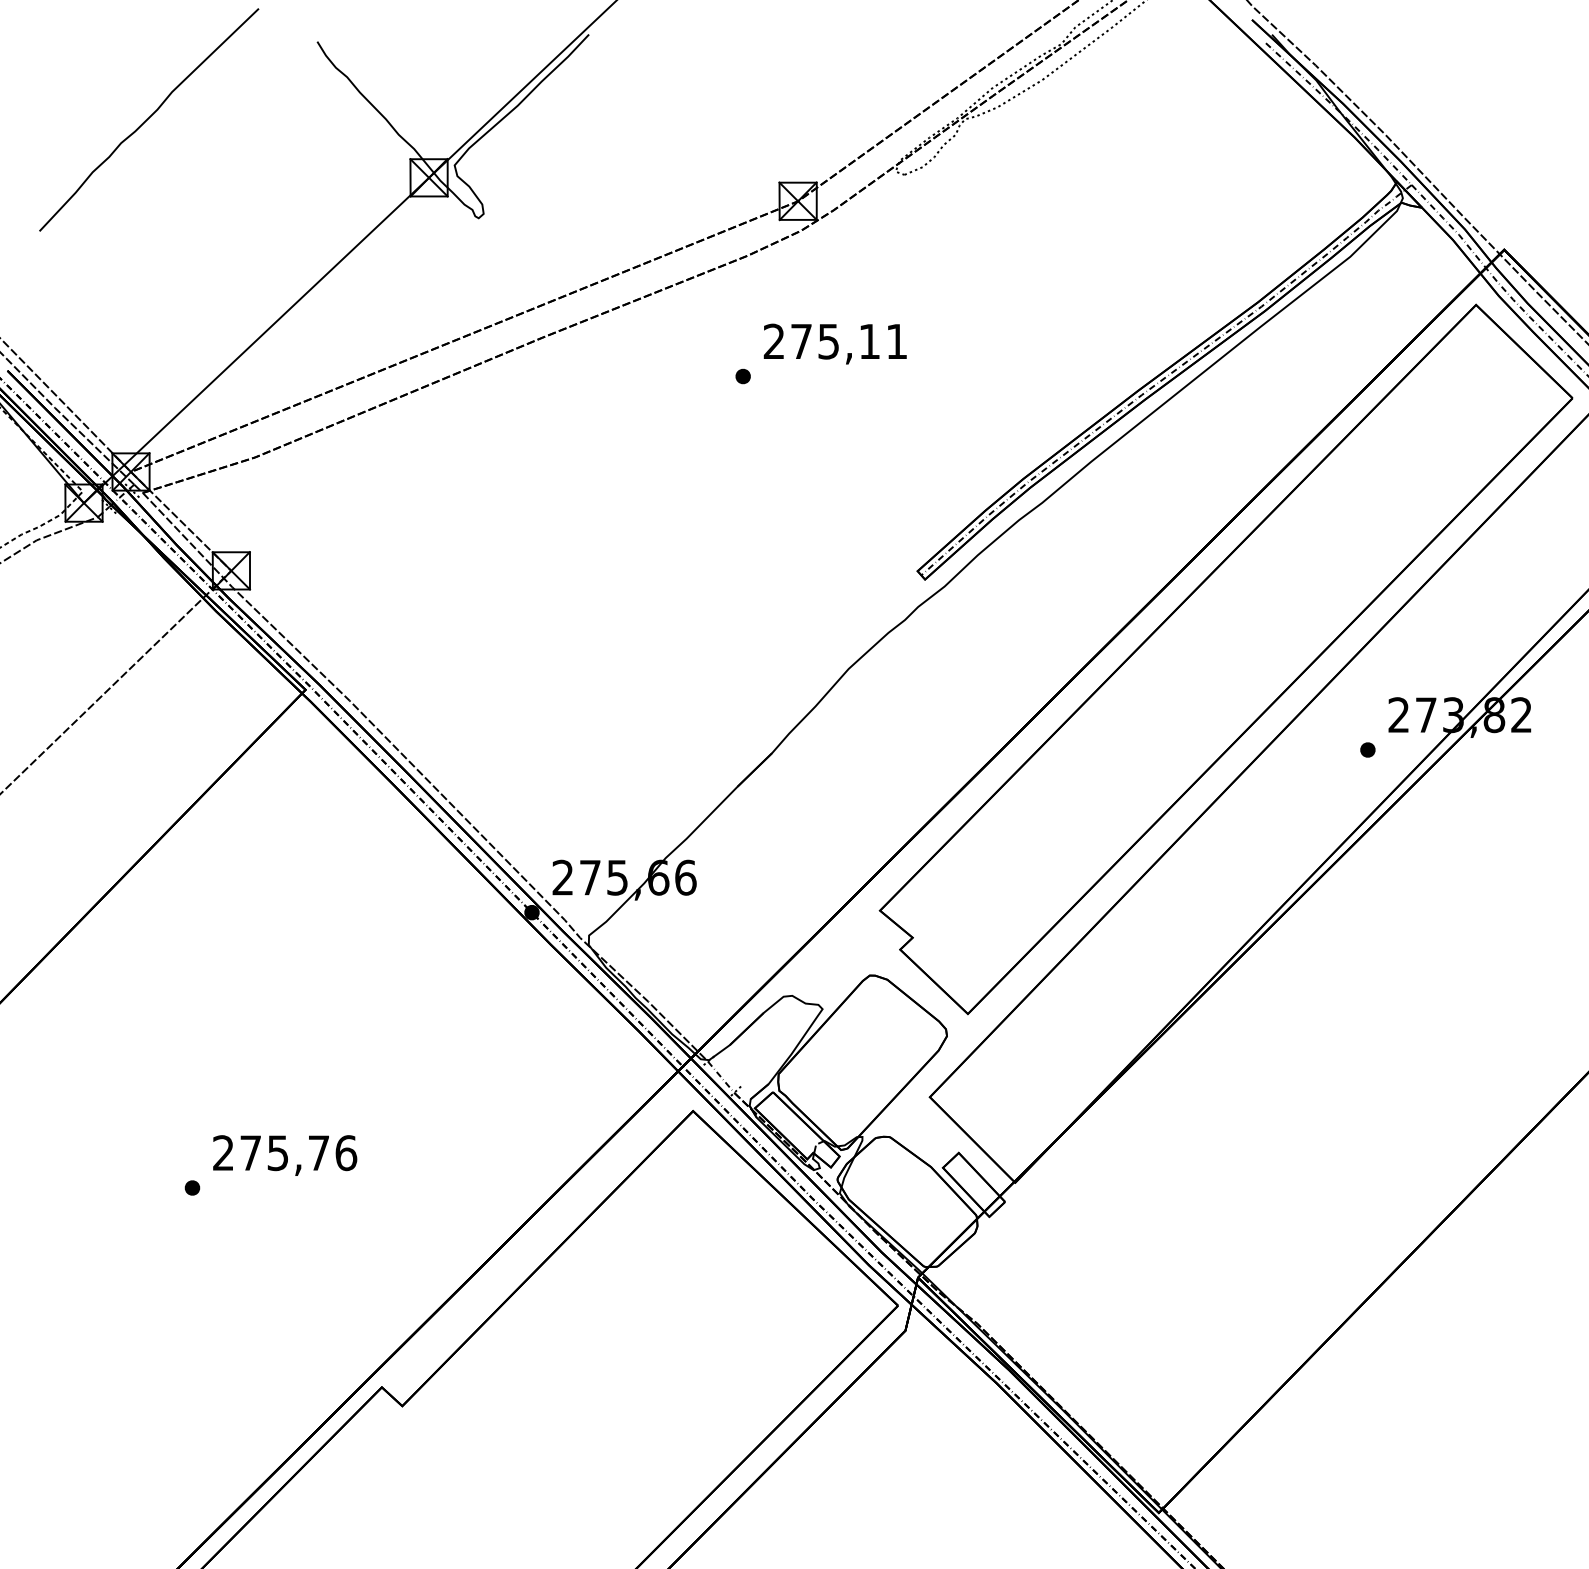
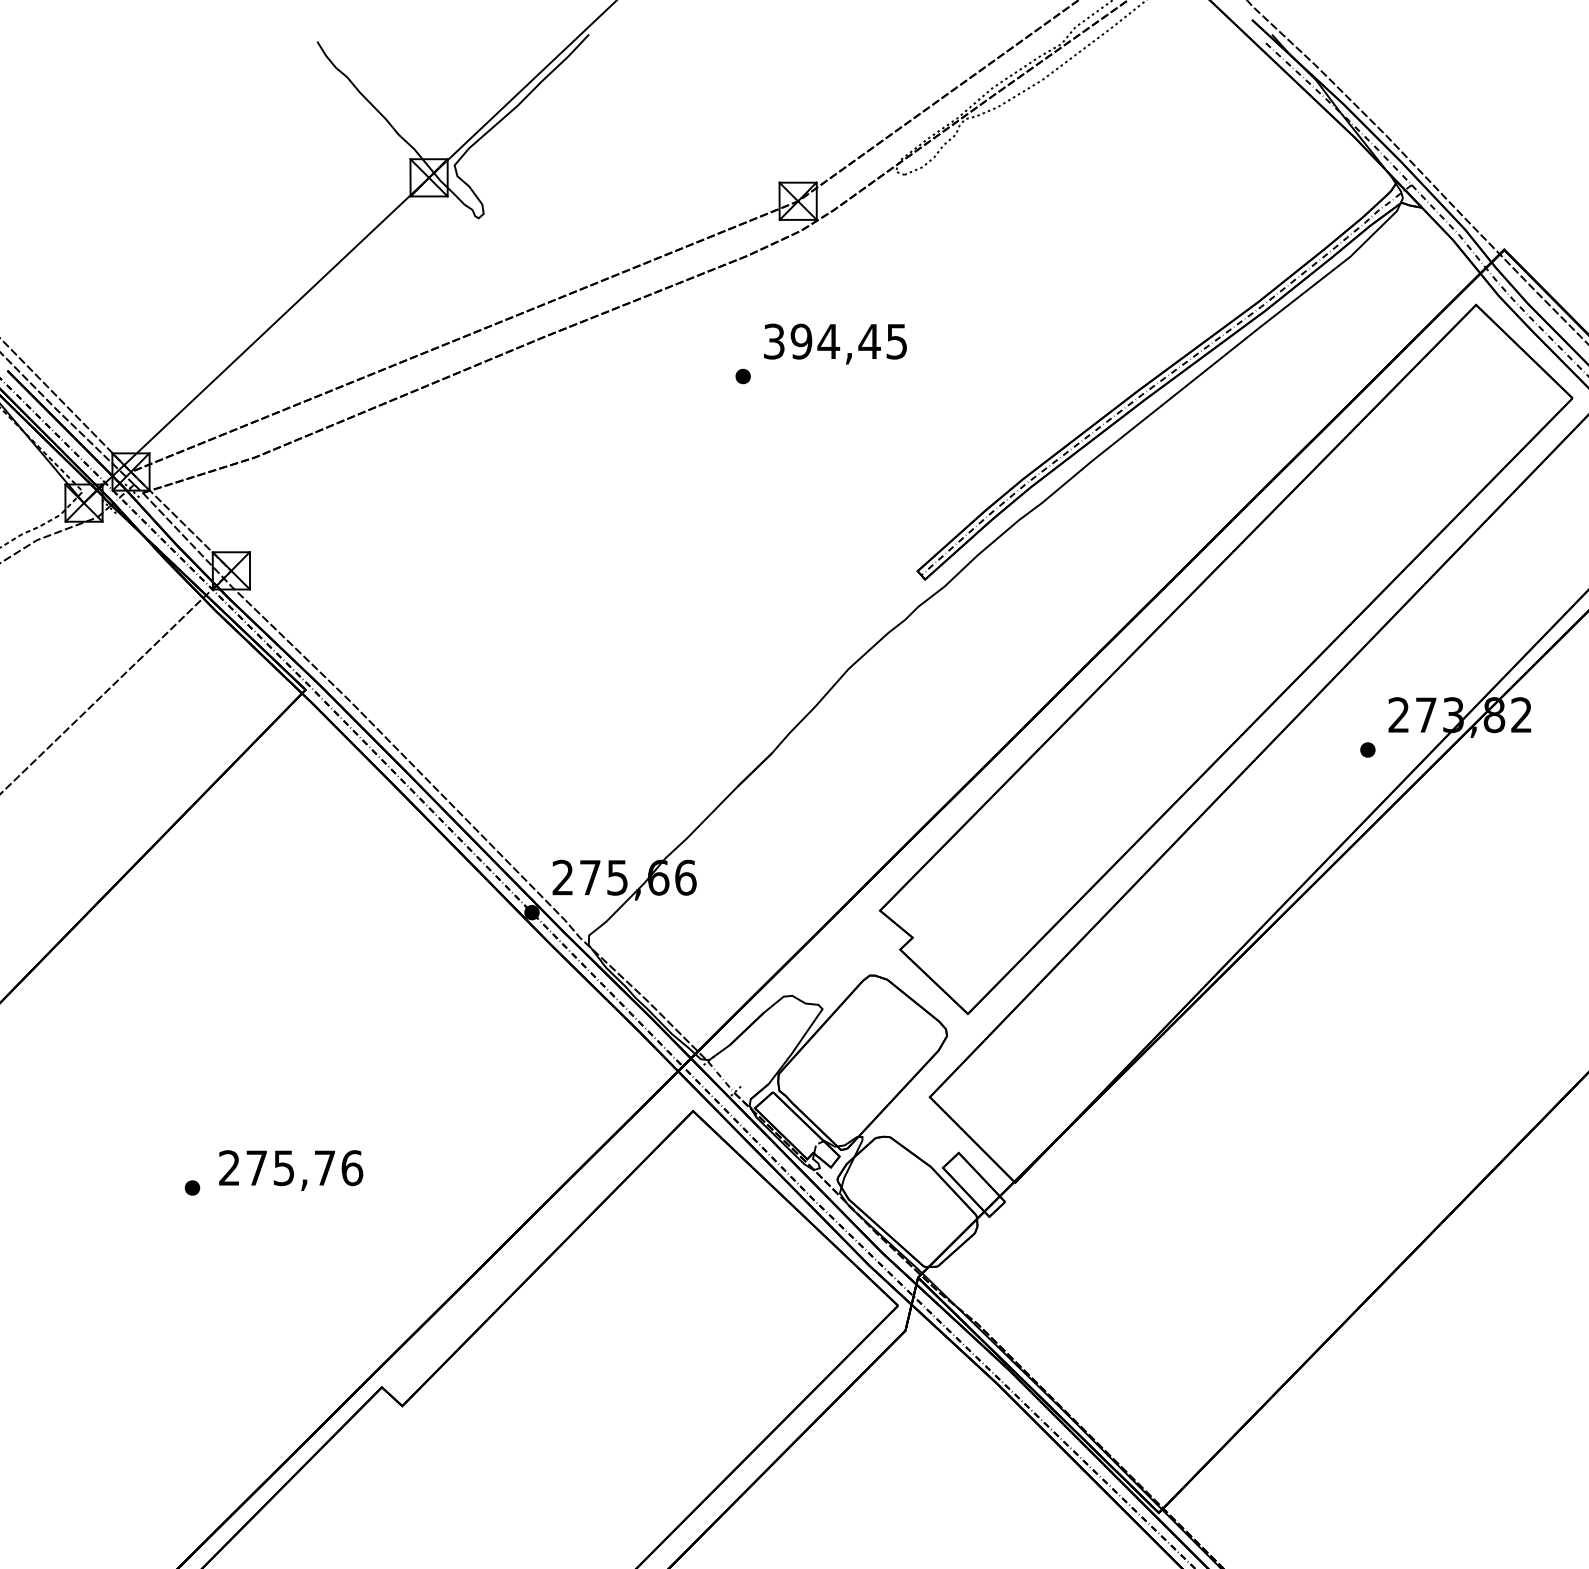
curve at (149, 118): present -> none
text at (834, 341): 275,11 -> 394,45
text at (285, 1155) position: (285, 1155) -> (291, 1170)
